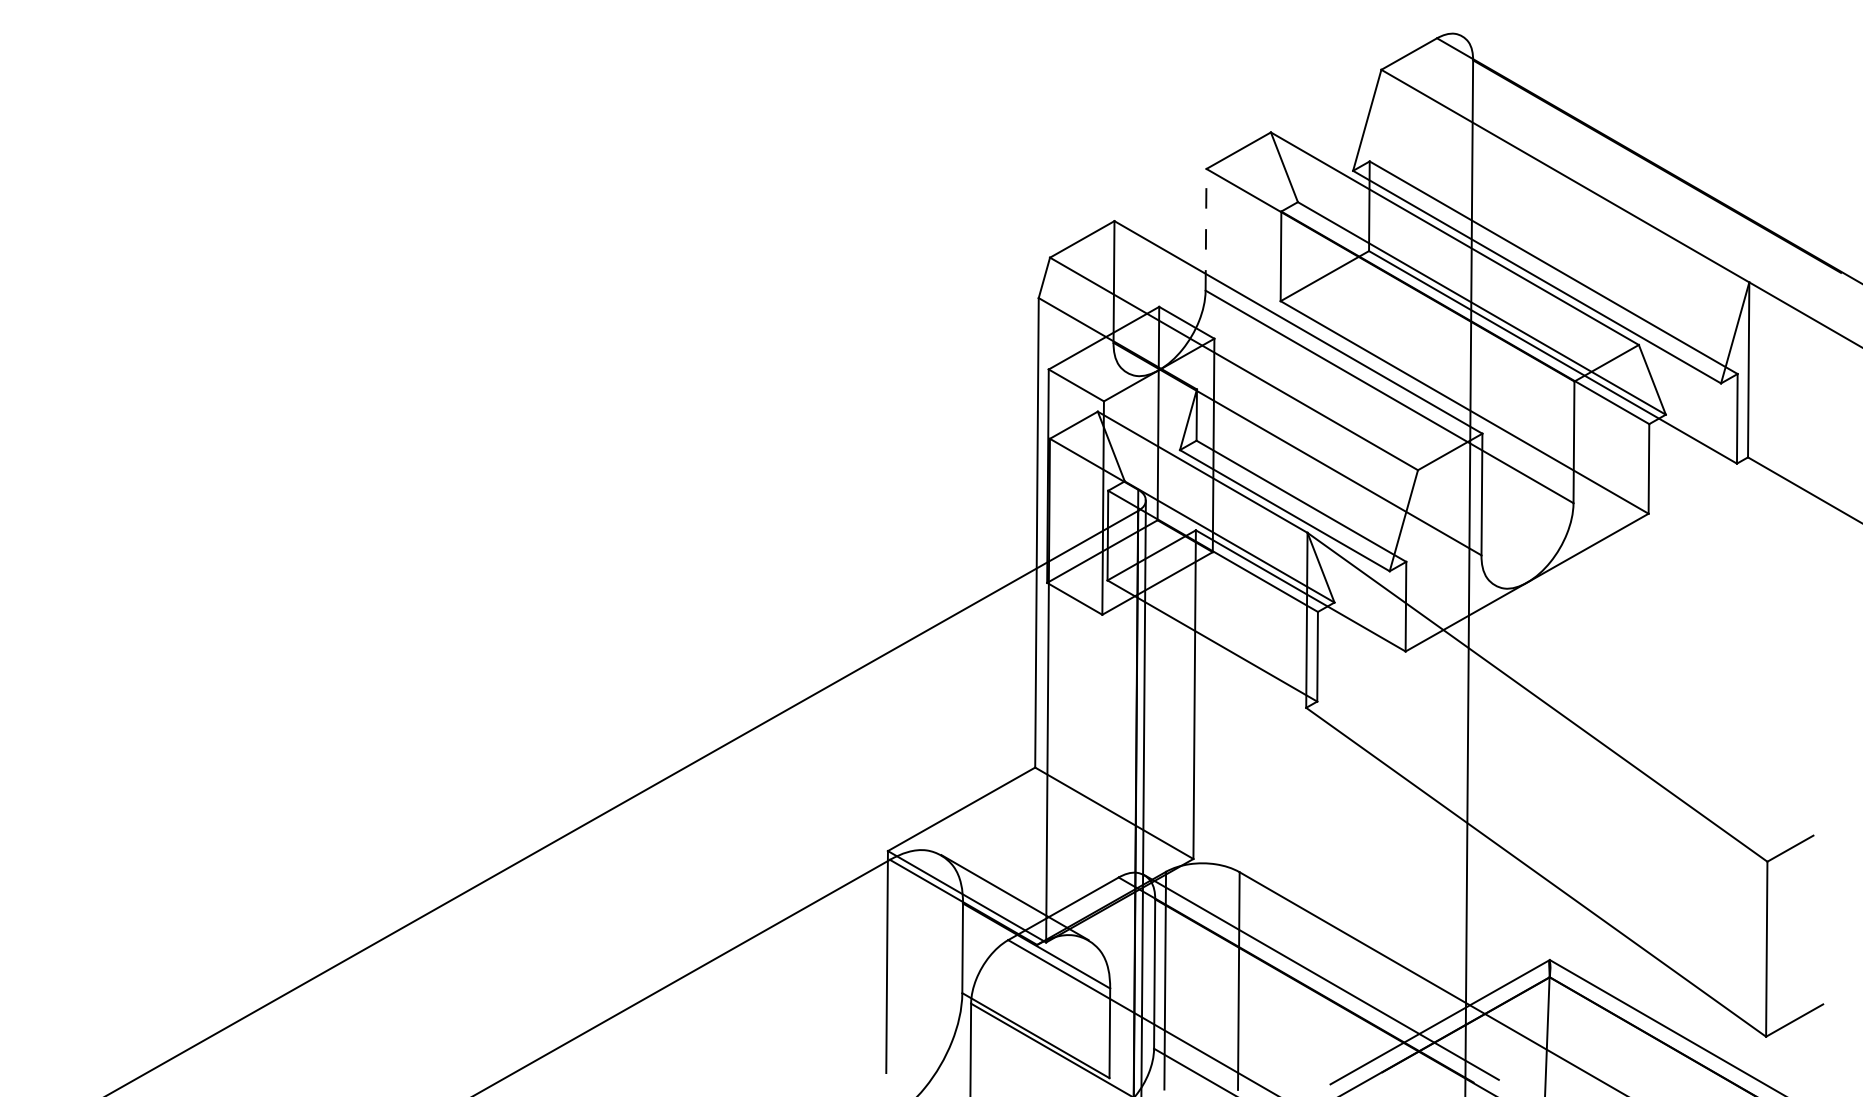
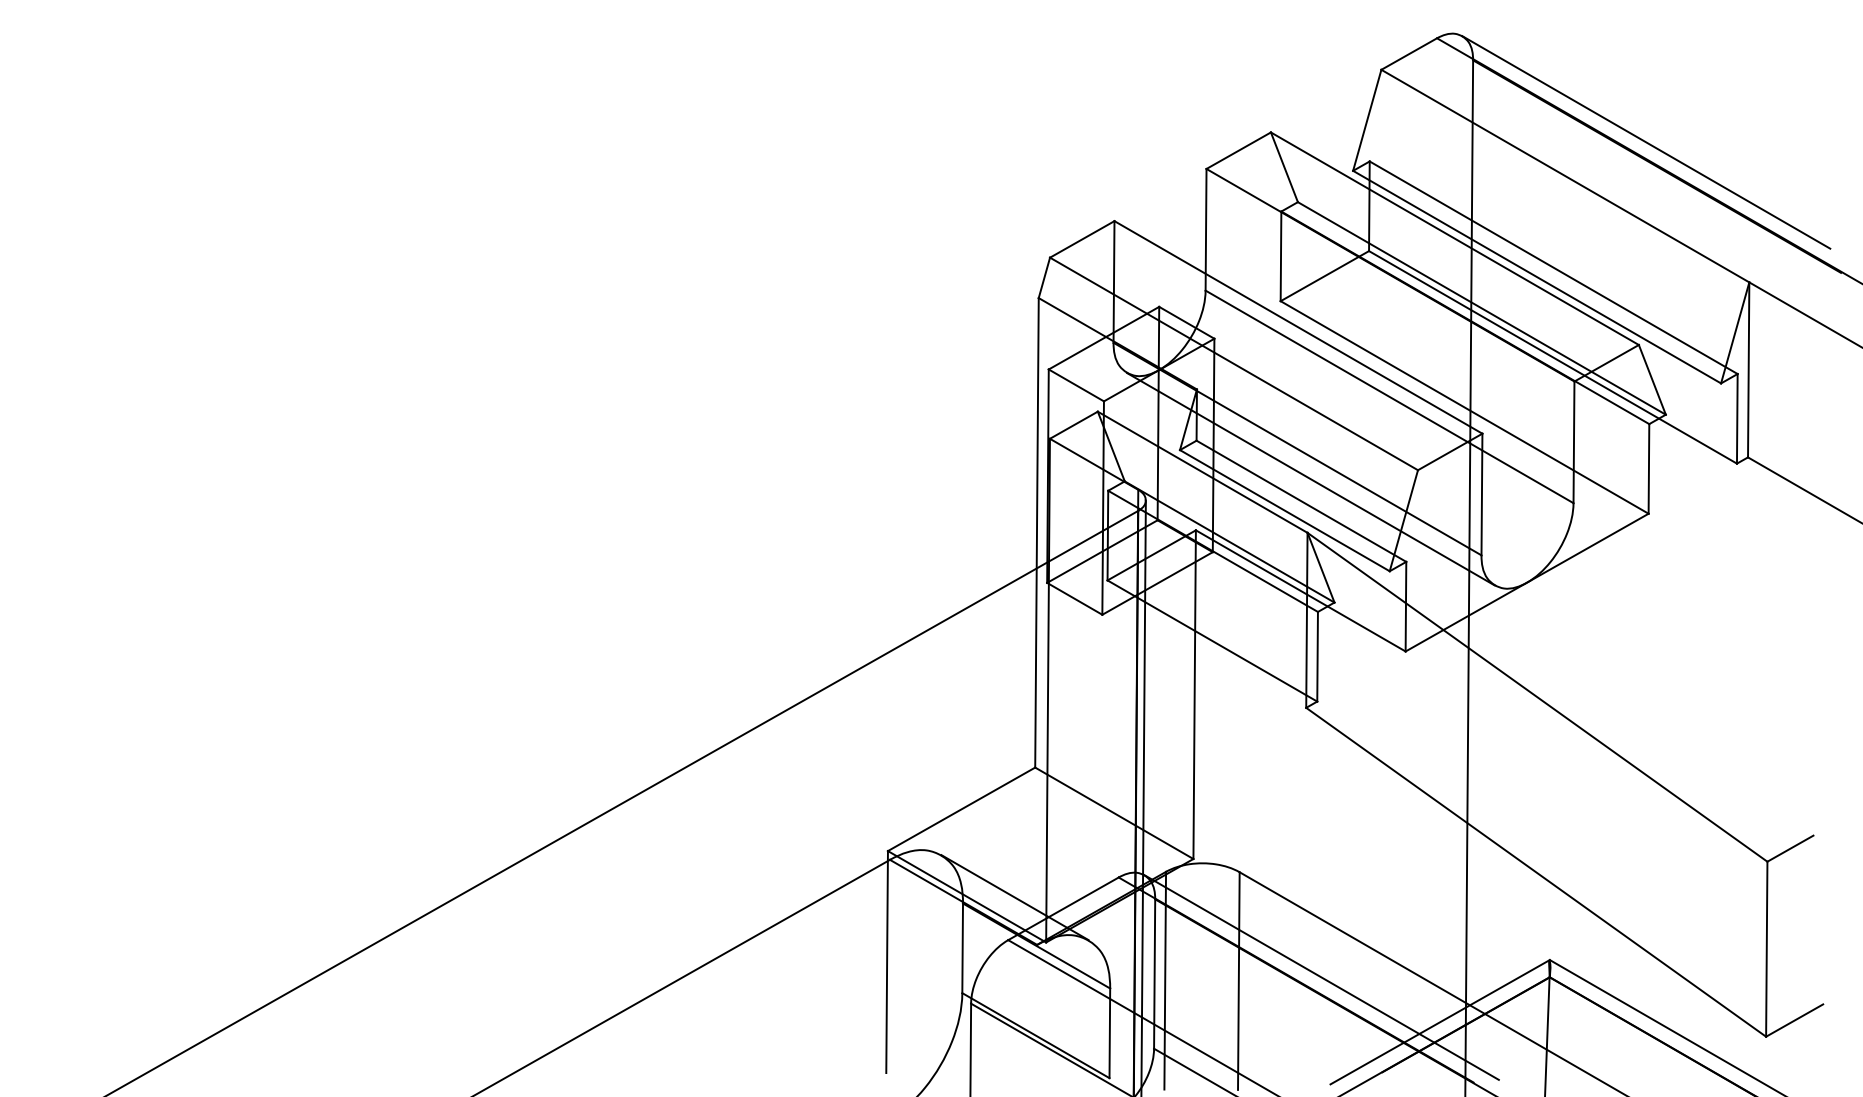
line at (1646, 142): none -> present
line at (1206, 229): dashed -> solid
line at (1310, 479): none -> present
